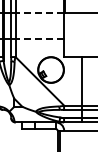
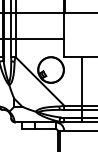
line at (39, 13): dashed -> solid
line at (39, 39): dashed -> solid
